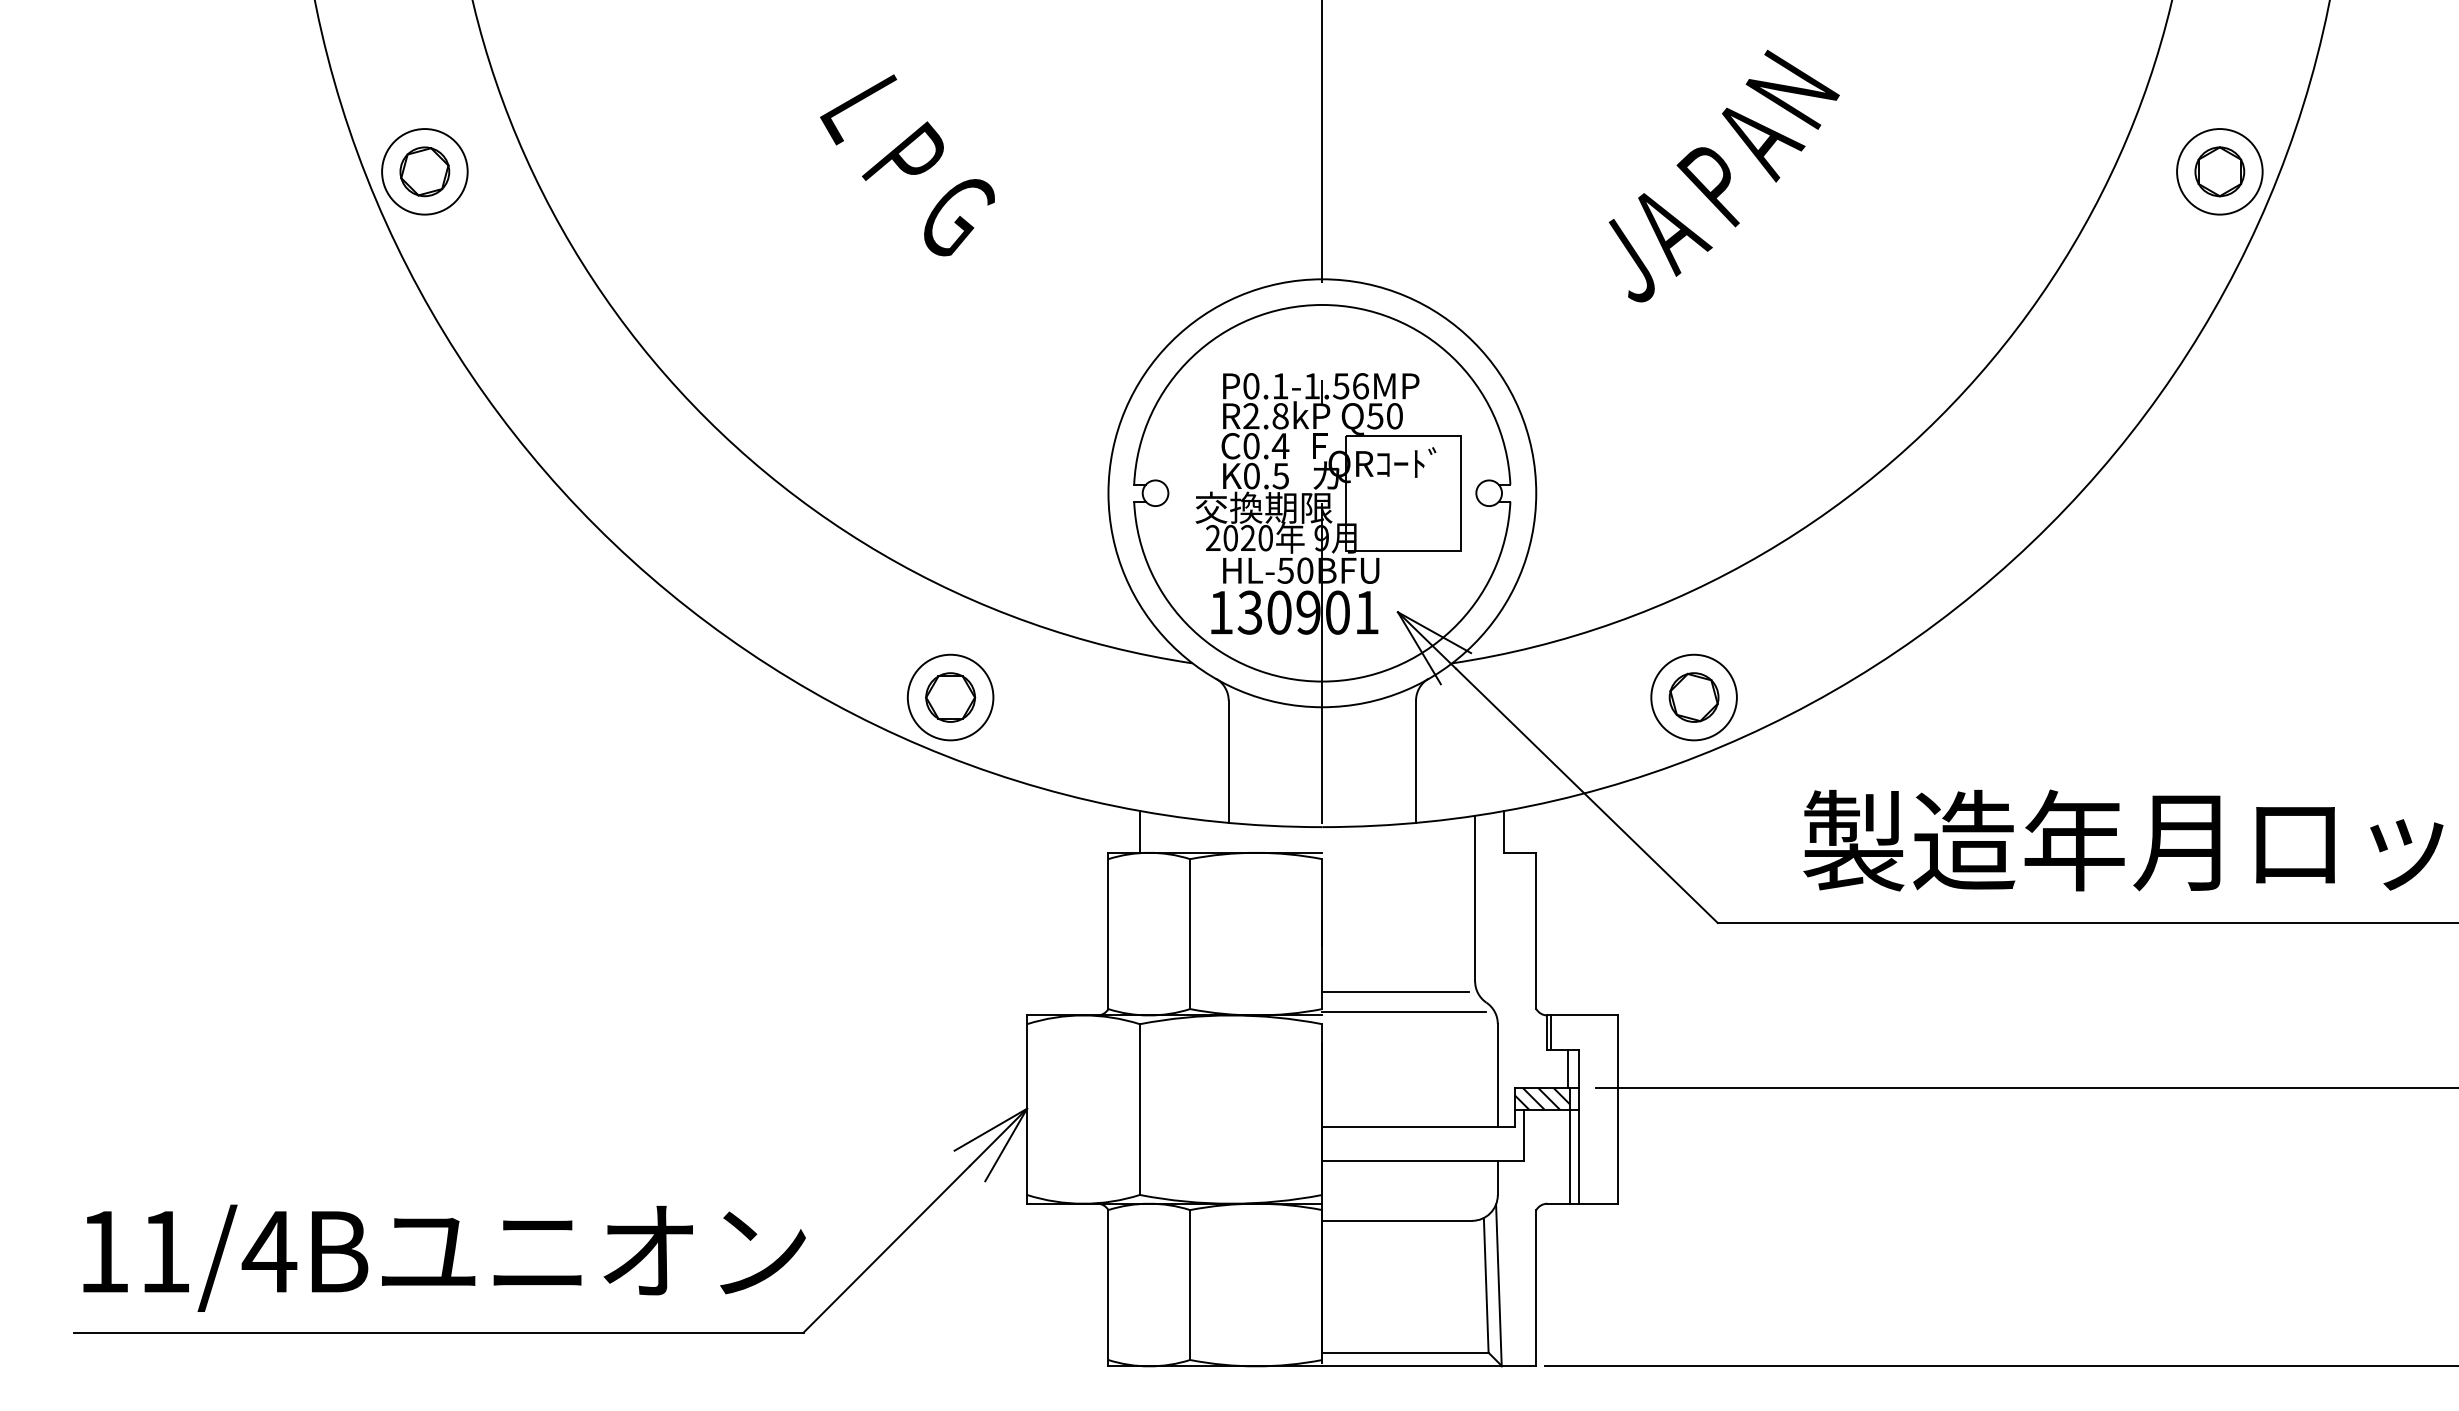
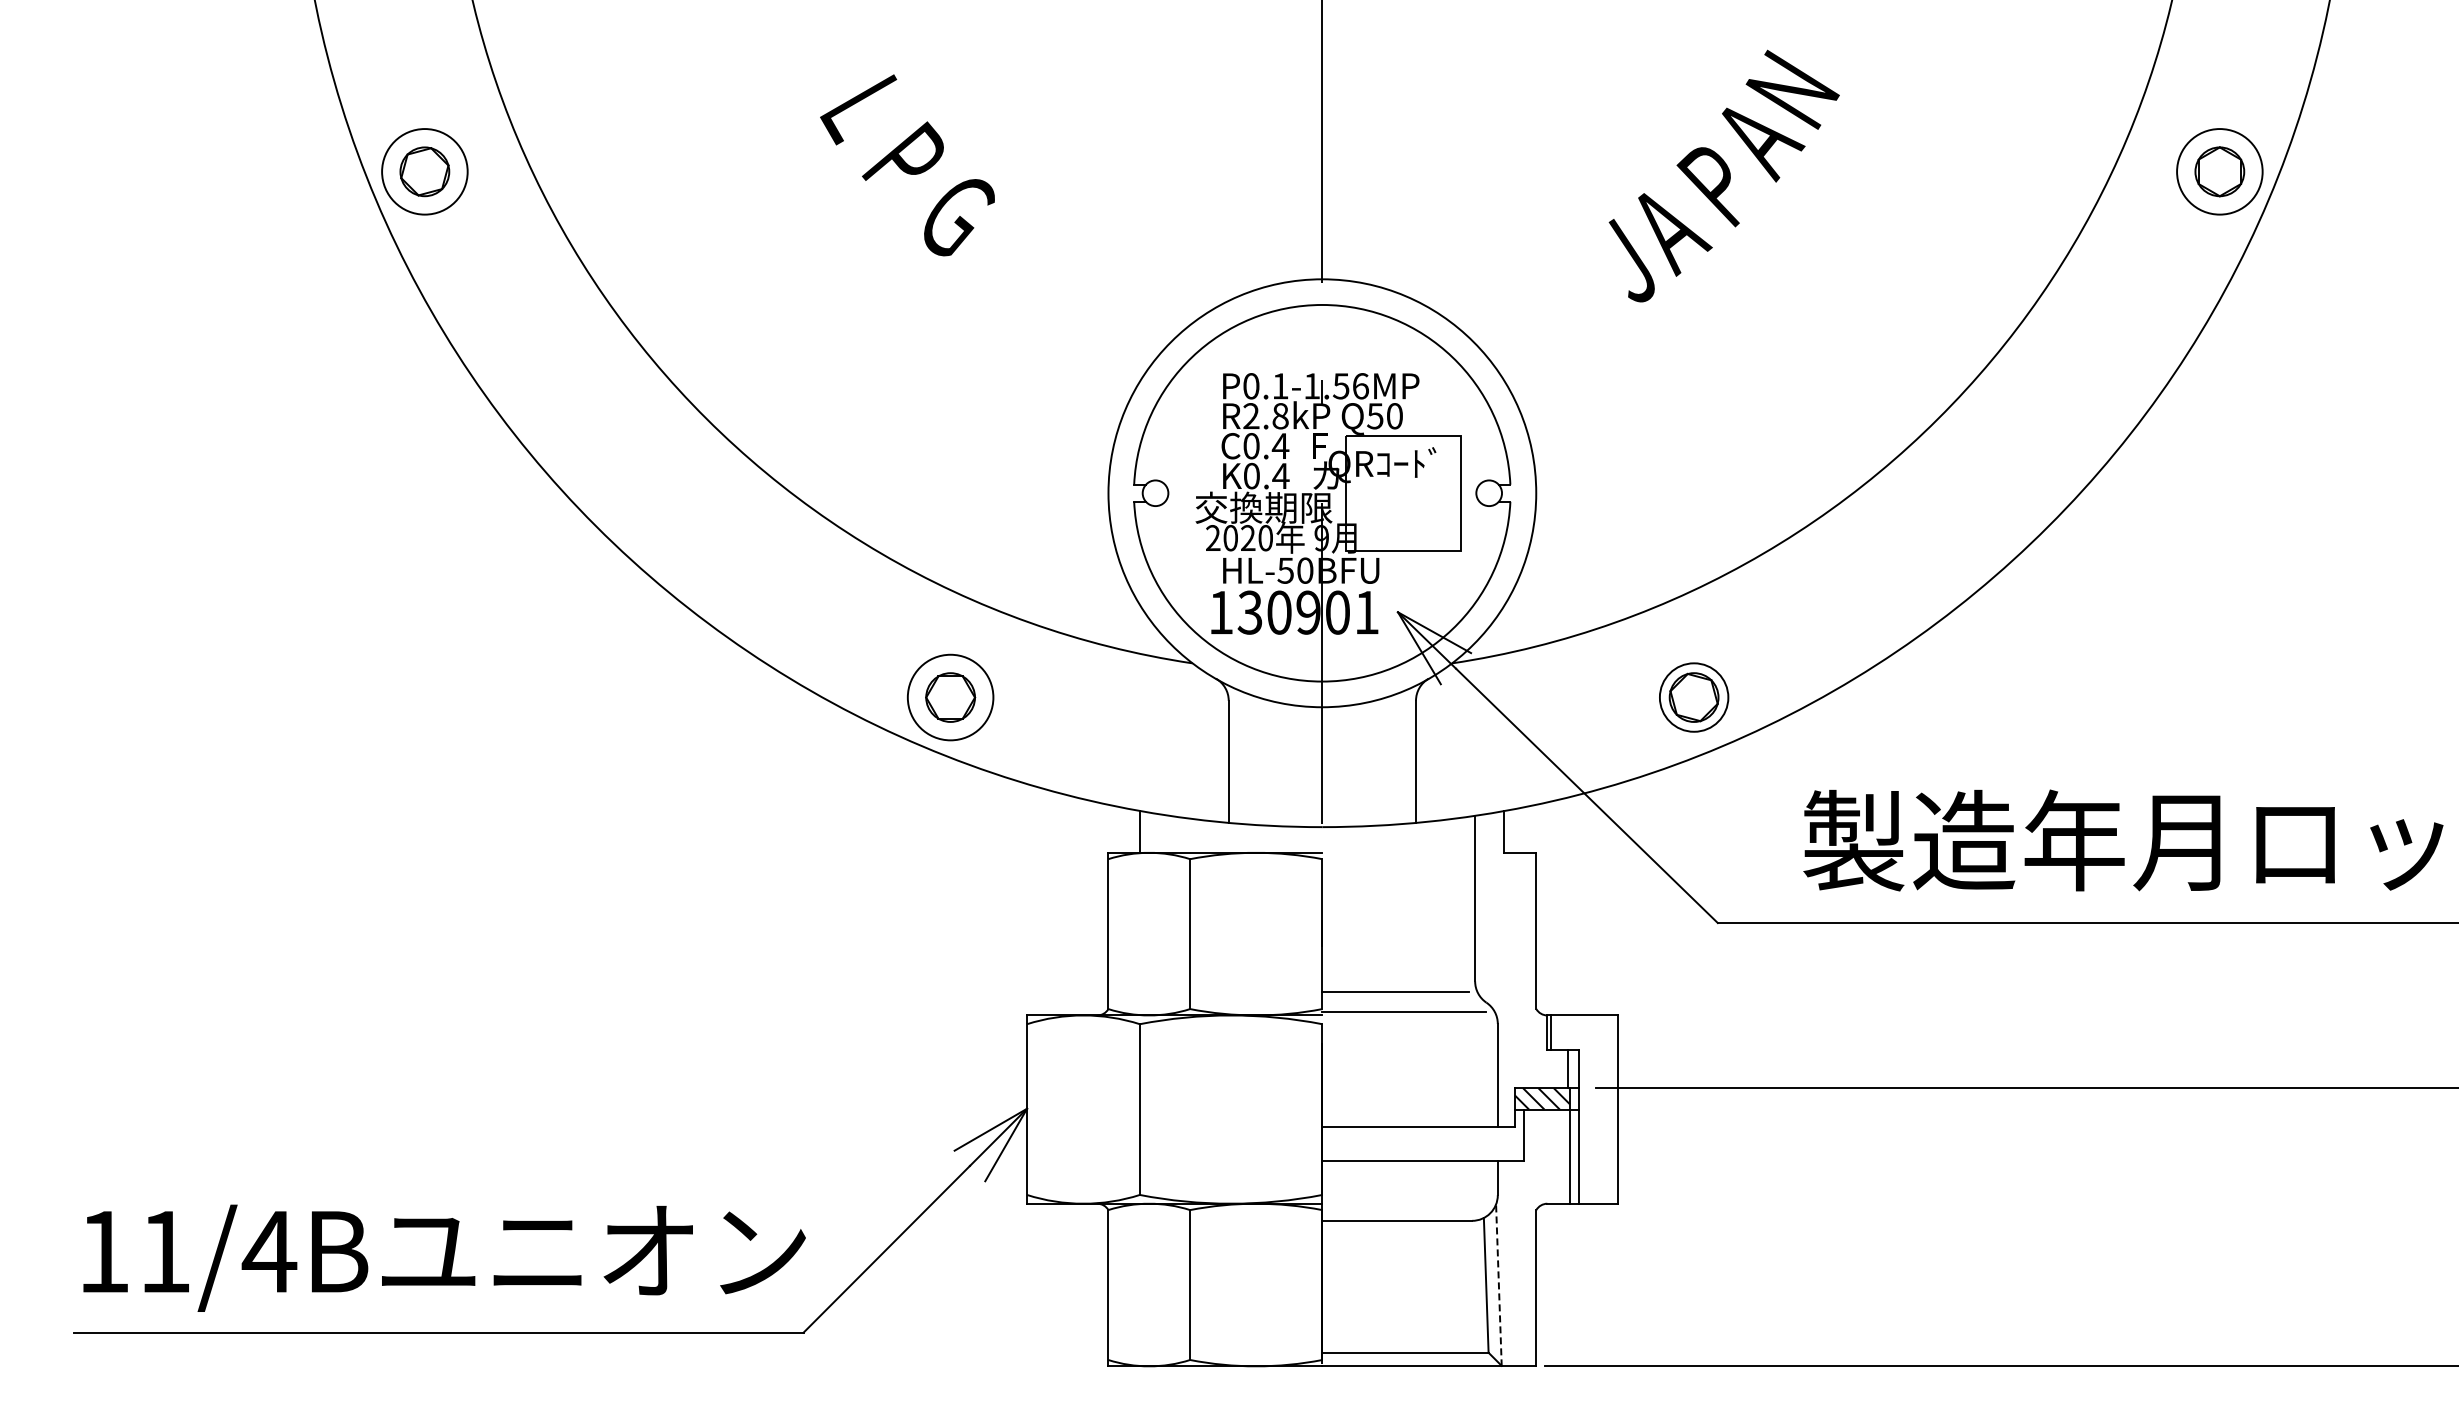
text at (1280, 476): K0.5 -> K0.4
circle at (1693, 697) diameter: 86 px -> 68 px
line at (1498, 1285): solid -> dashed
